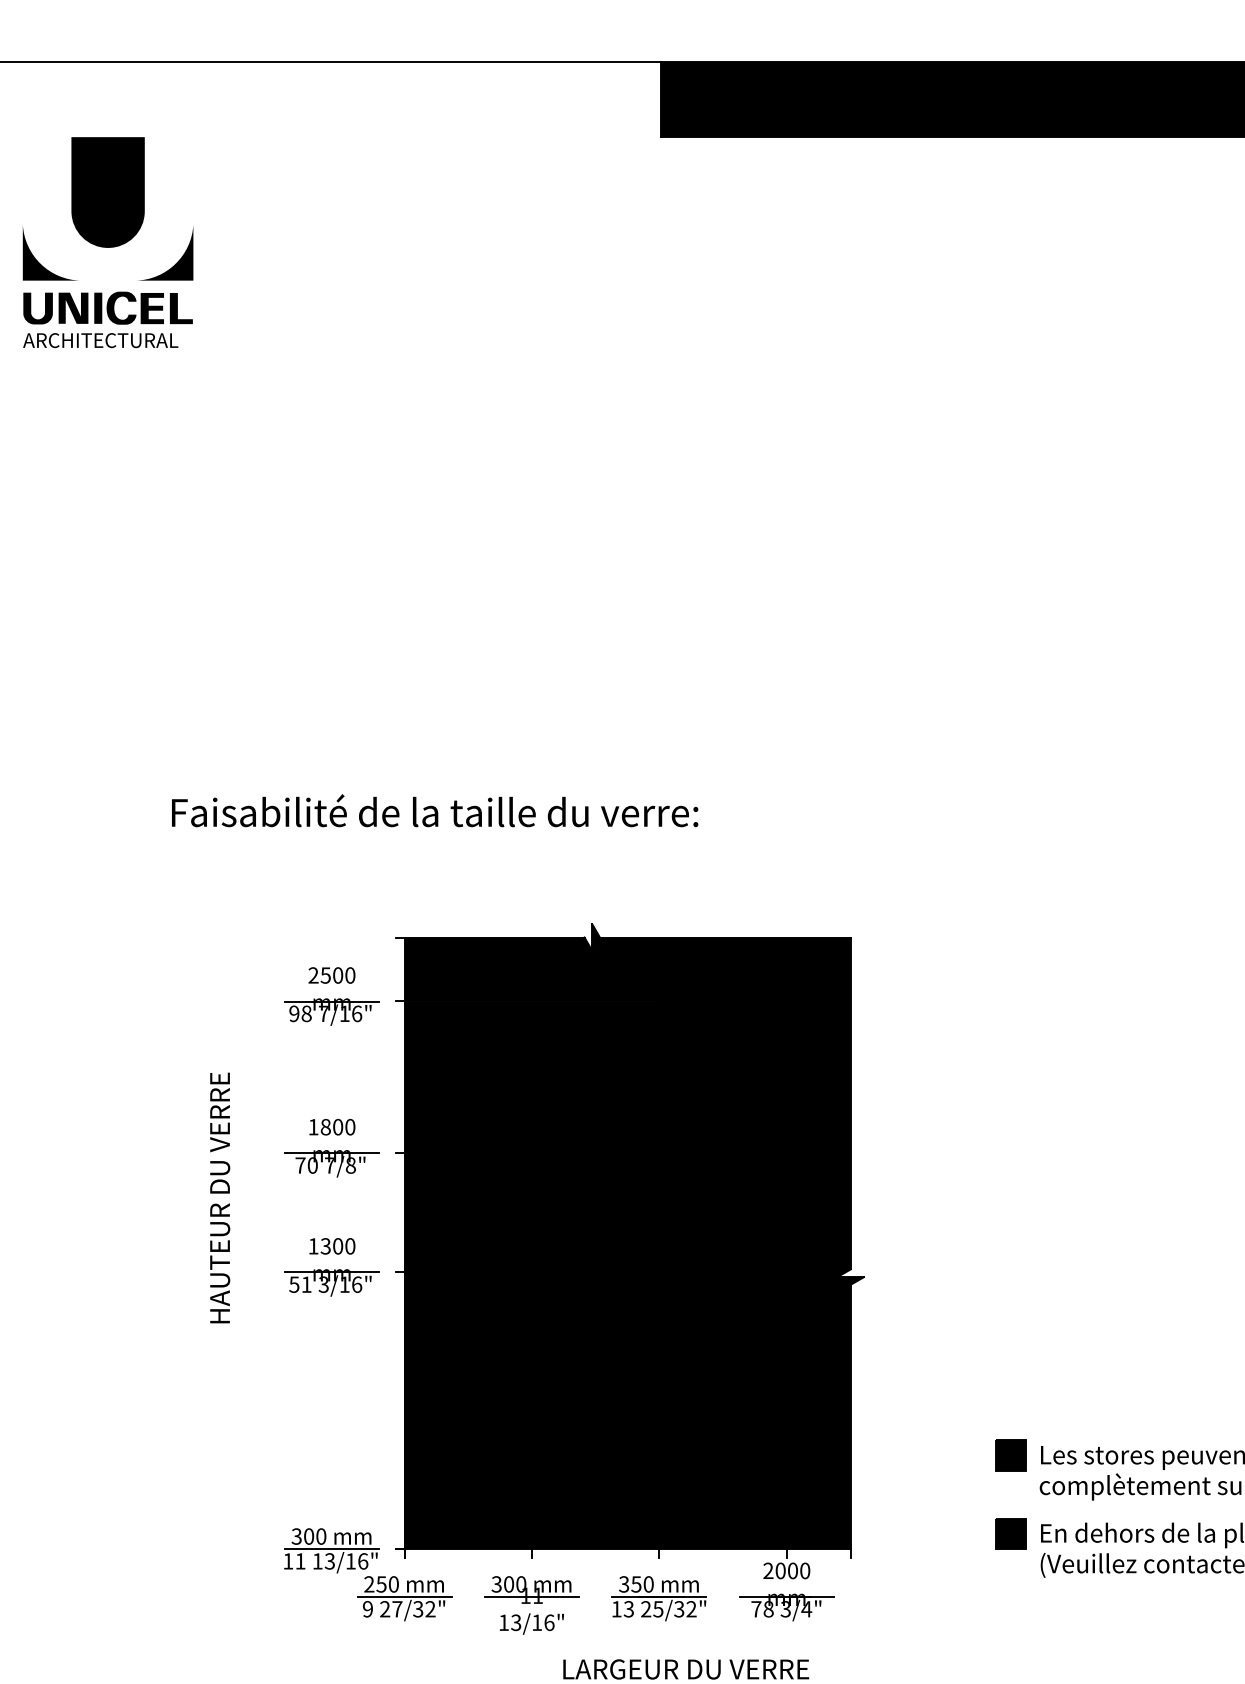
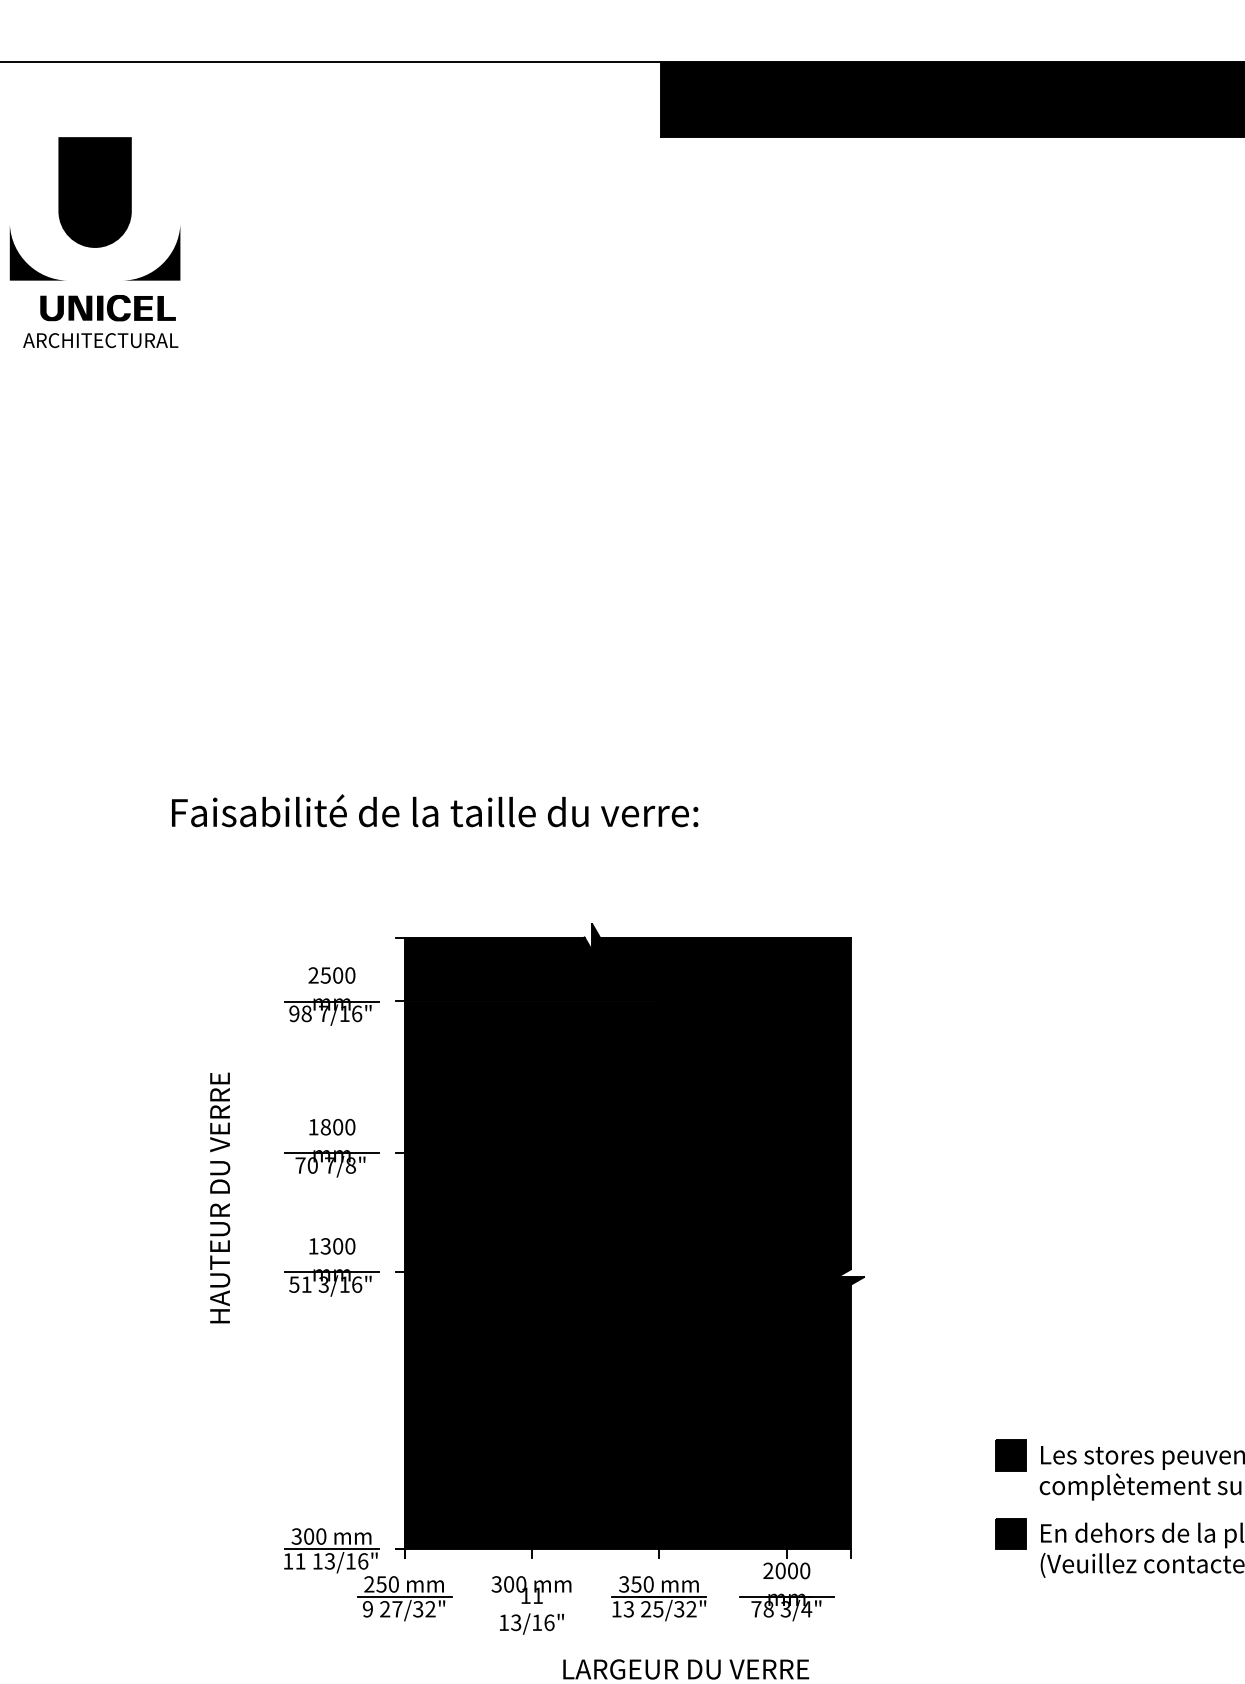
part at (107, 208) position: (107, 208) -> (94, 208)
part at (107, 307) size: 170x34 px -> 136x27 px
line at (532, 1597): present -> none
